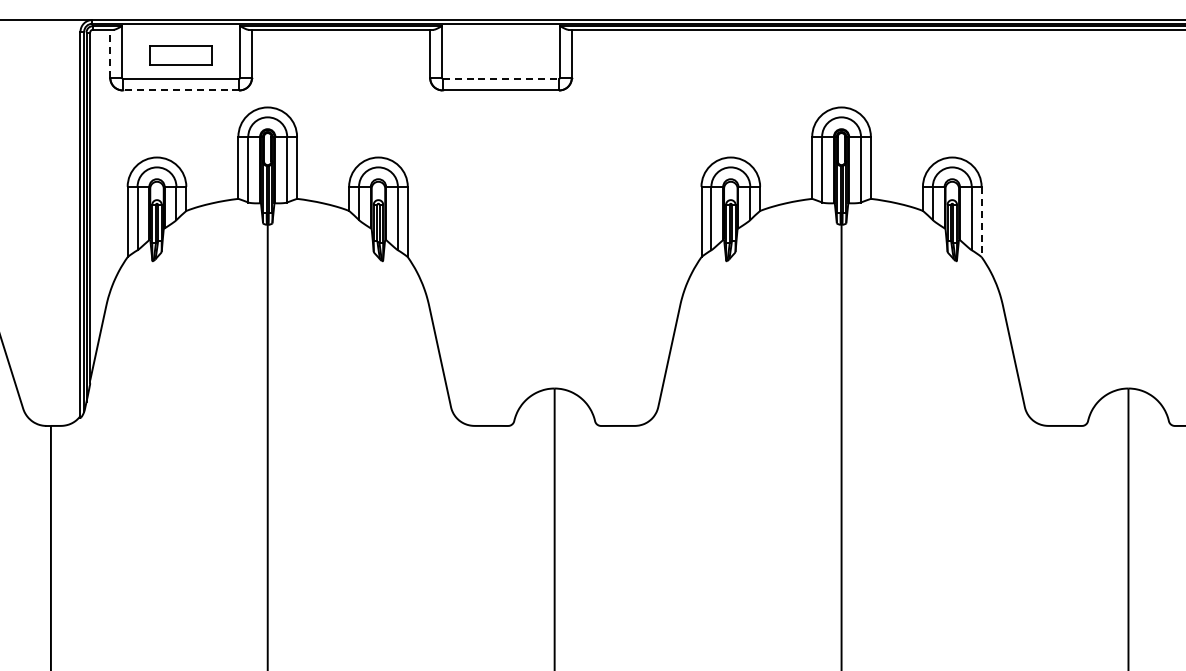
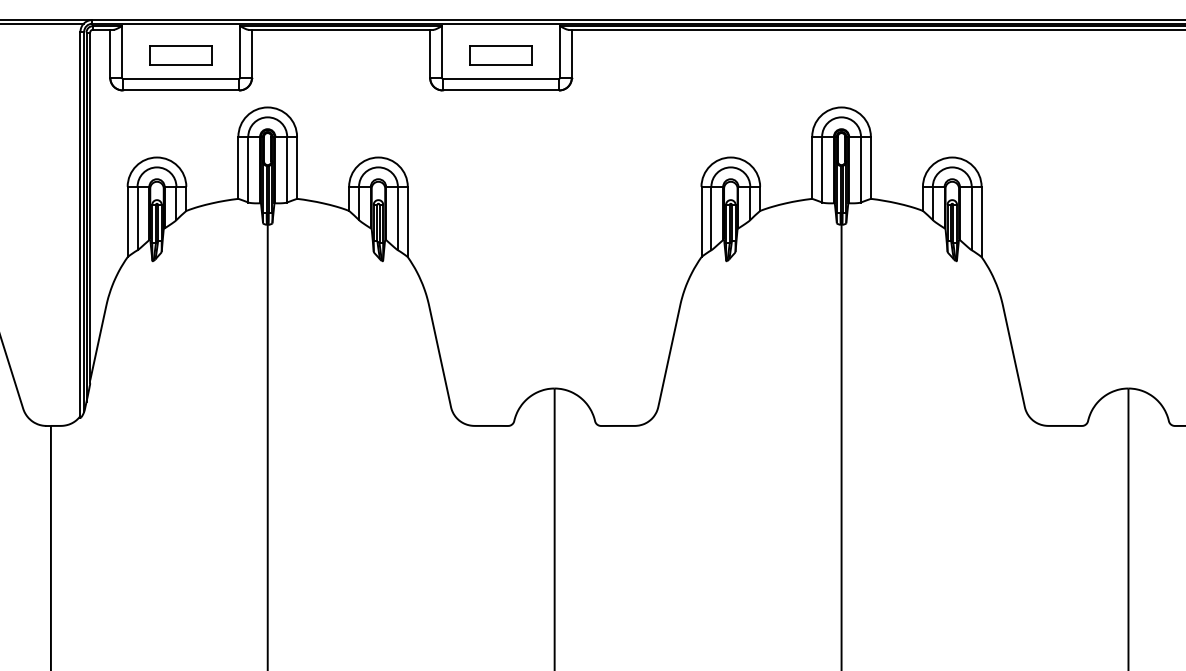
line at (42, 23): none -> present
line at (110, 53): dashed -> solid
part at (500, 55): none -> present
line at (501, 78): dashed -> solid
line at (180, 90): dashed -> solid
line at (981, 222): dashed -> solid
